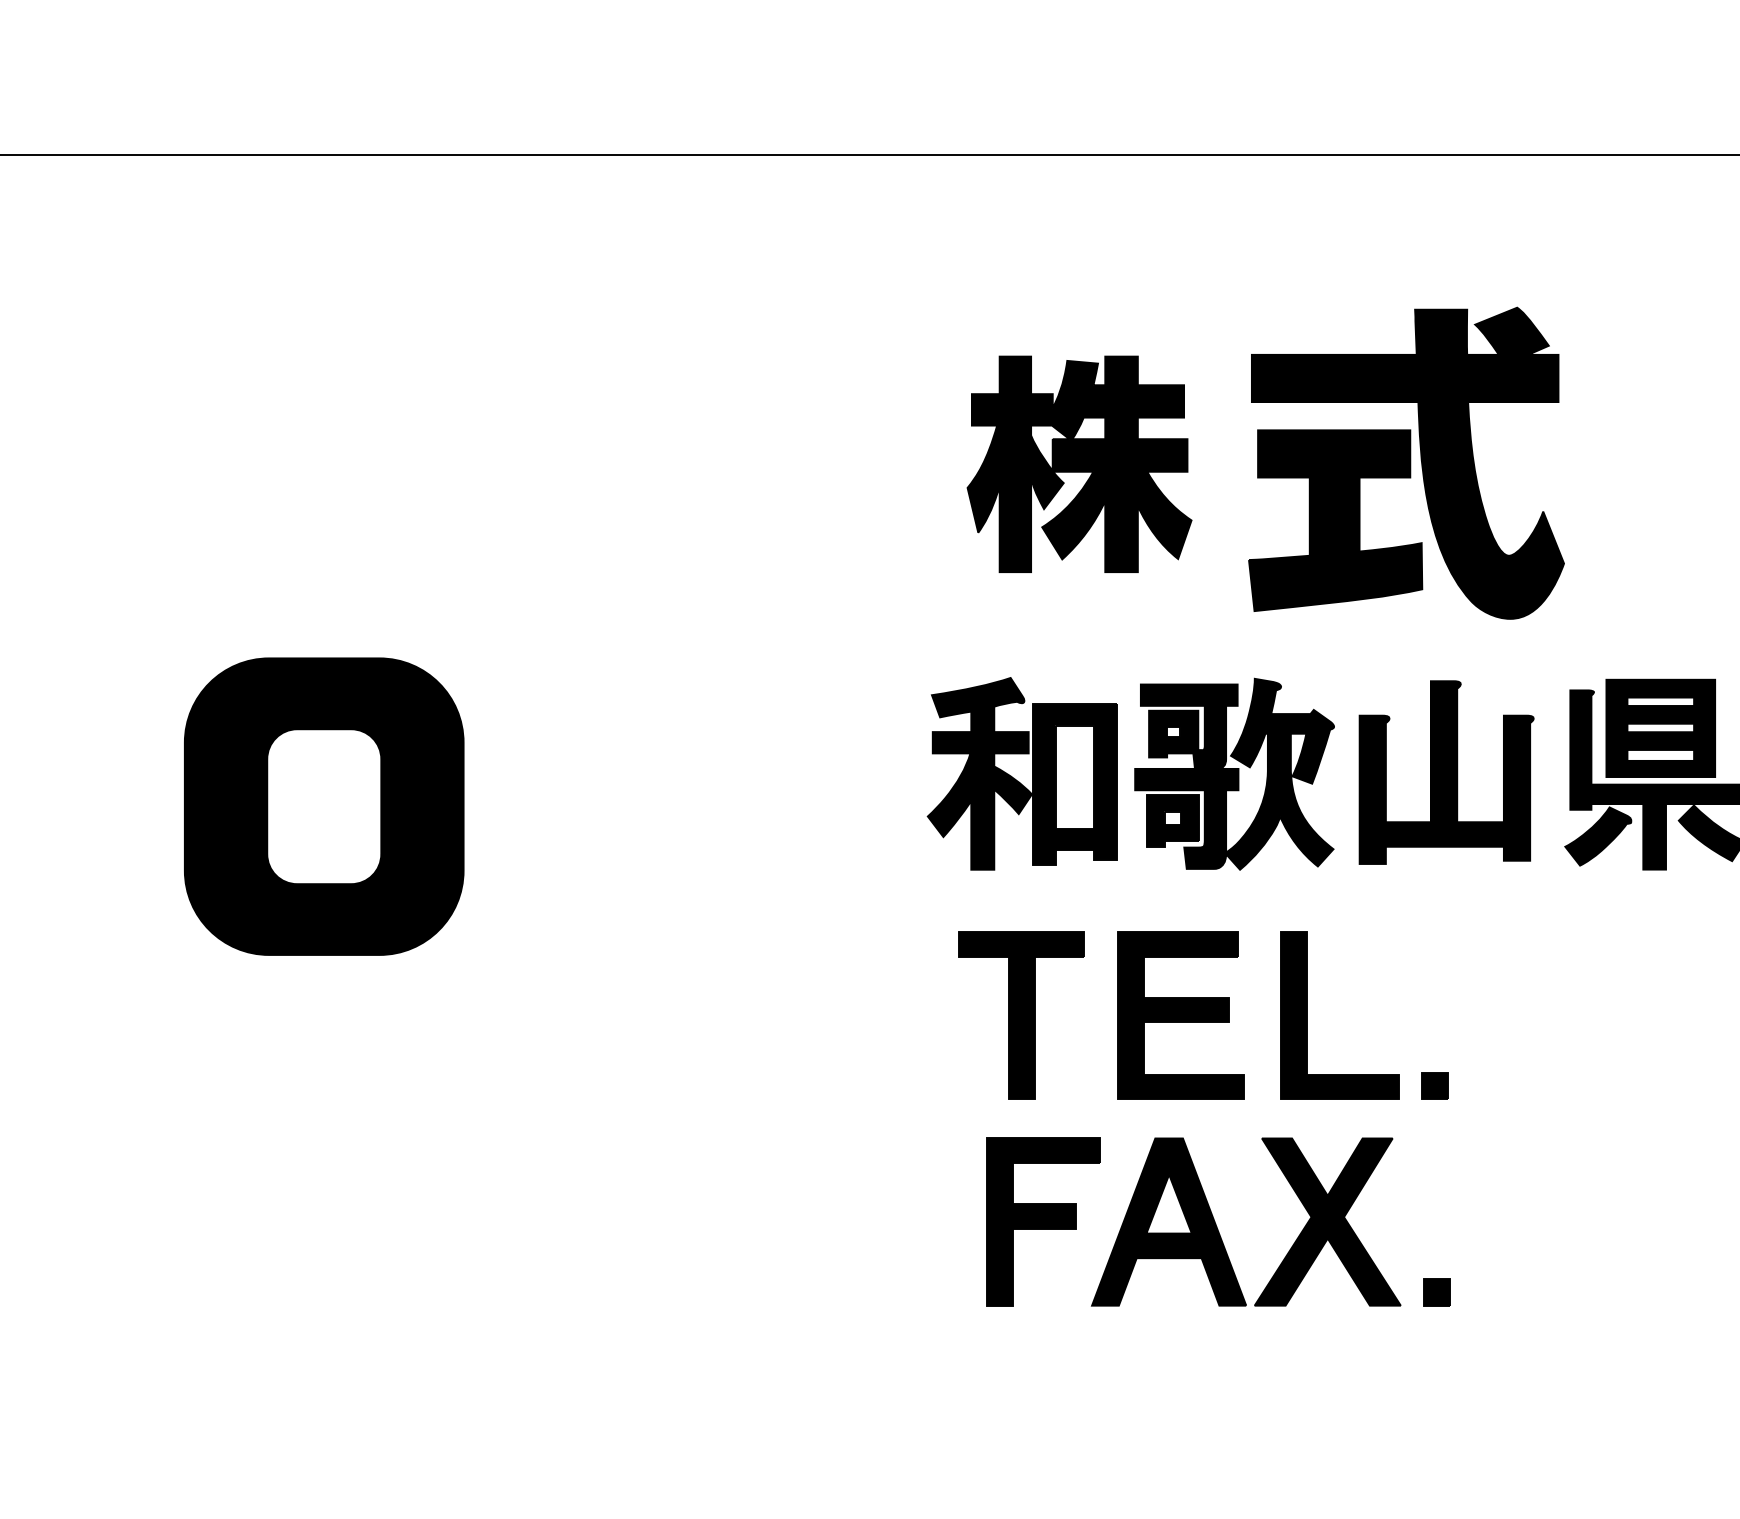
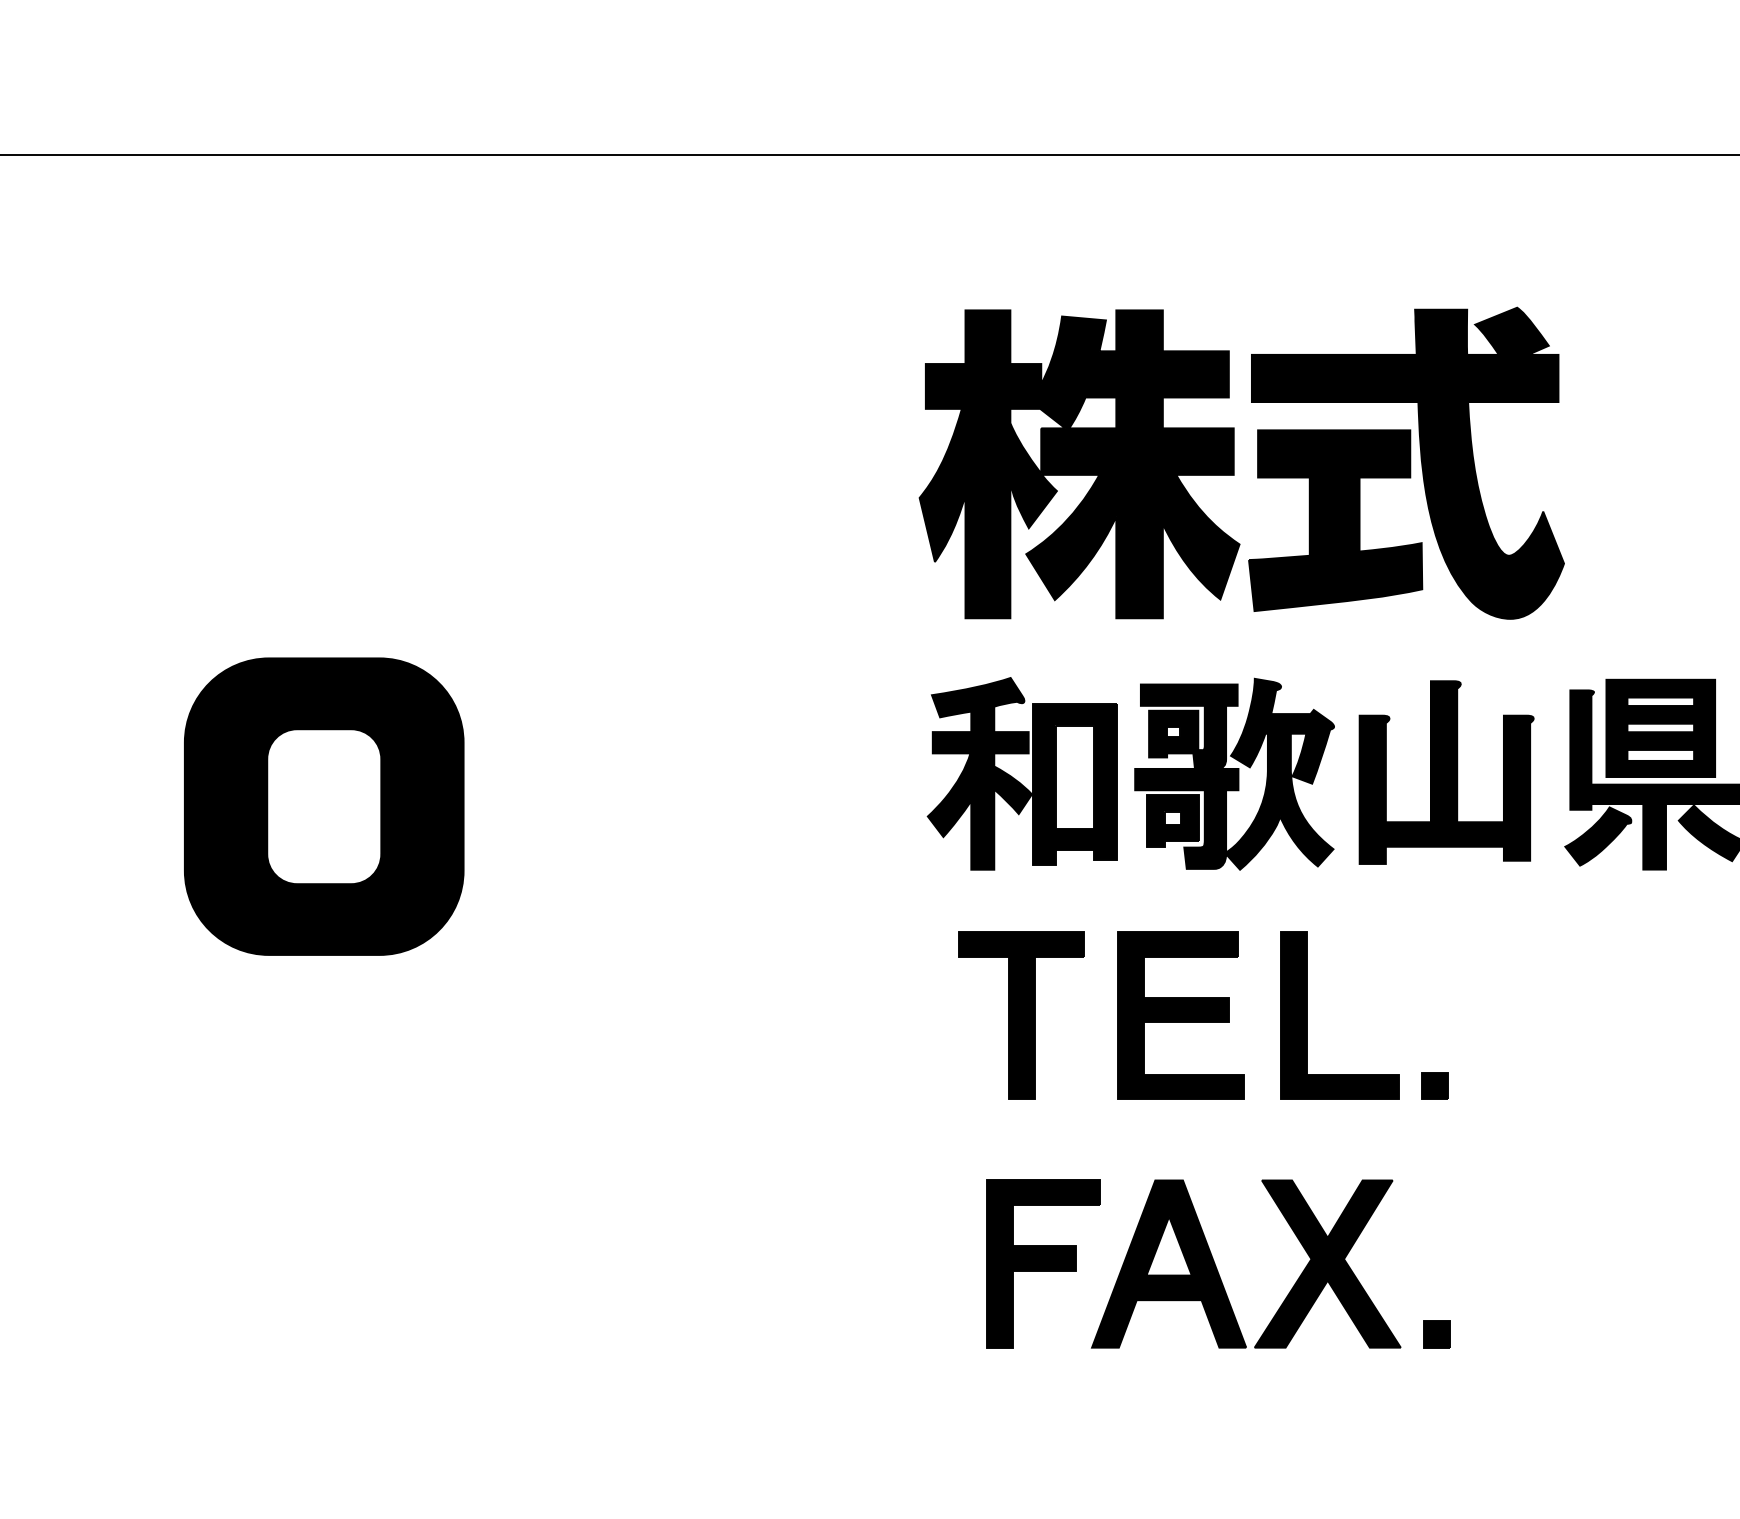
part at (1079, 463) size: 227x218 px -> 323x311 px
part at (1218, 1221) position: (1218, 1221) -> (1218, 1263)
